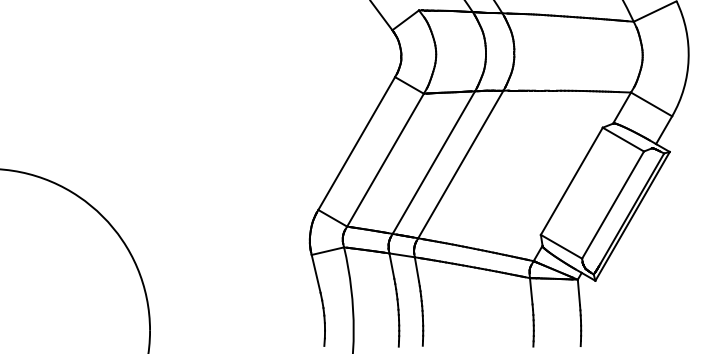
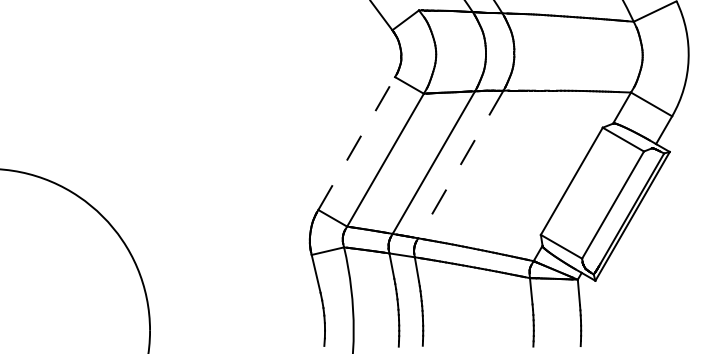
line at (356, 143): solid -> dashed
line at (460, 164): solid -> dashed
